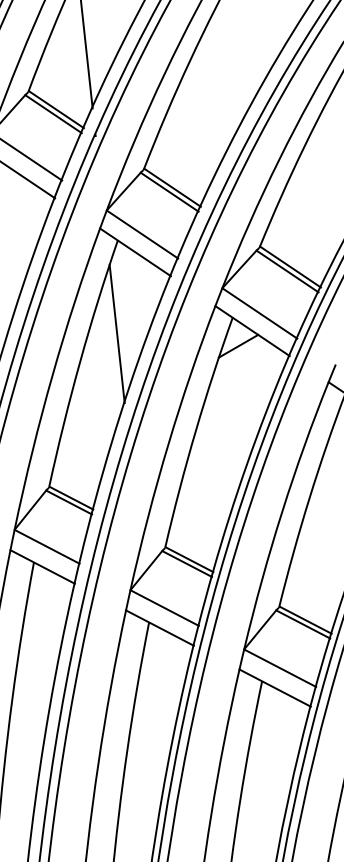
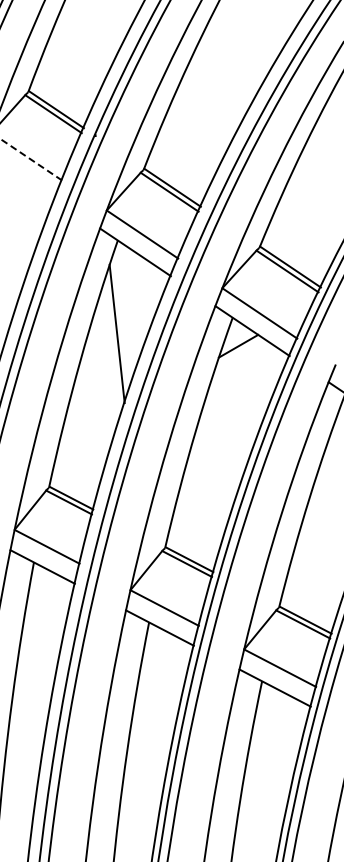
line at (86, 55): present -> none
line at (30, 159): solid -> dashed
line at (28, 180): present -> none
